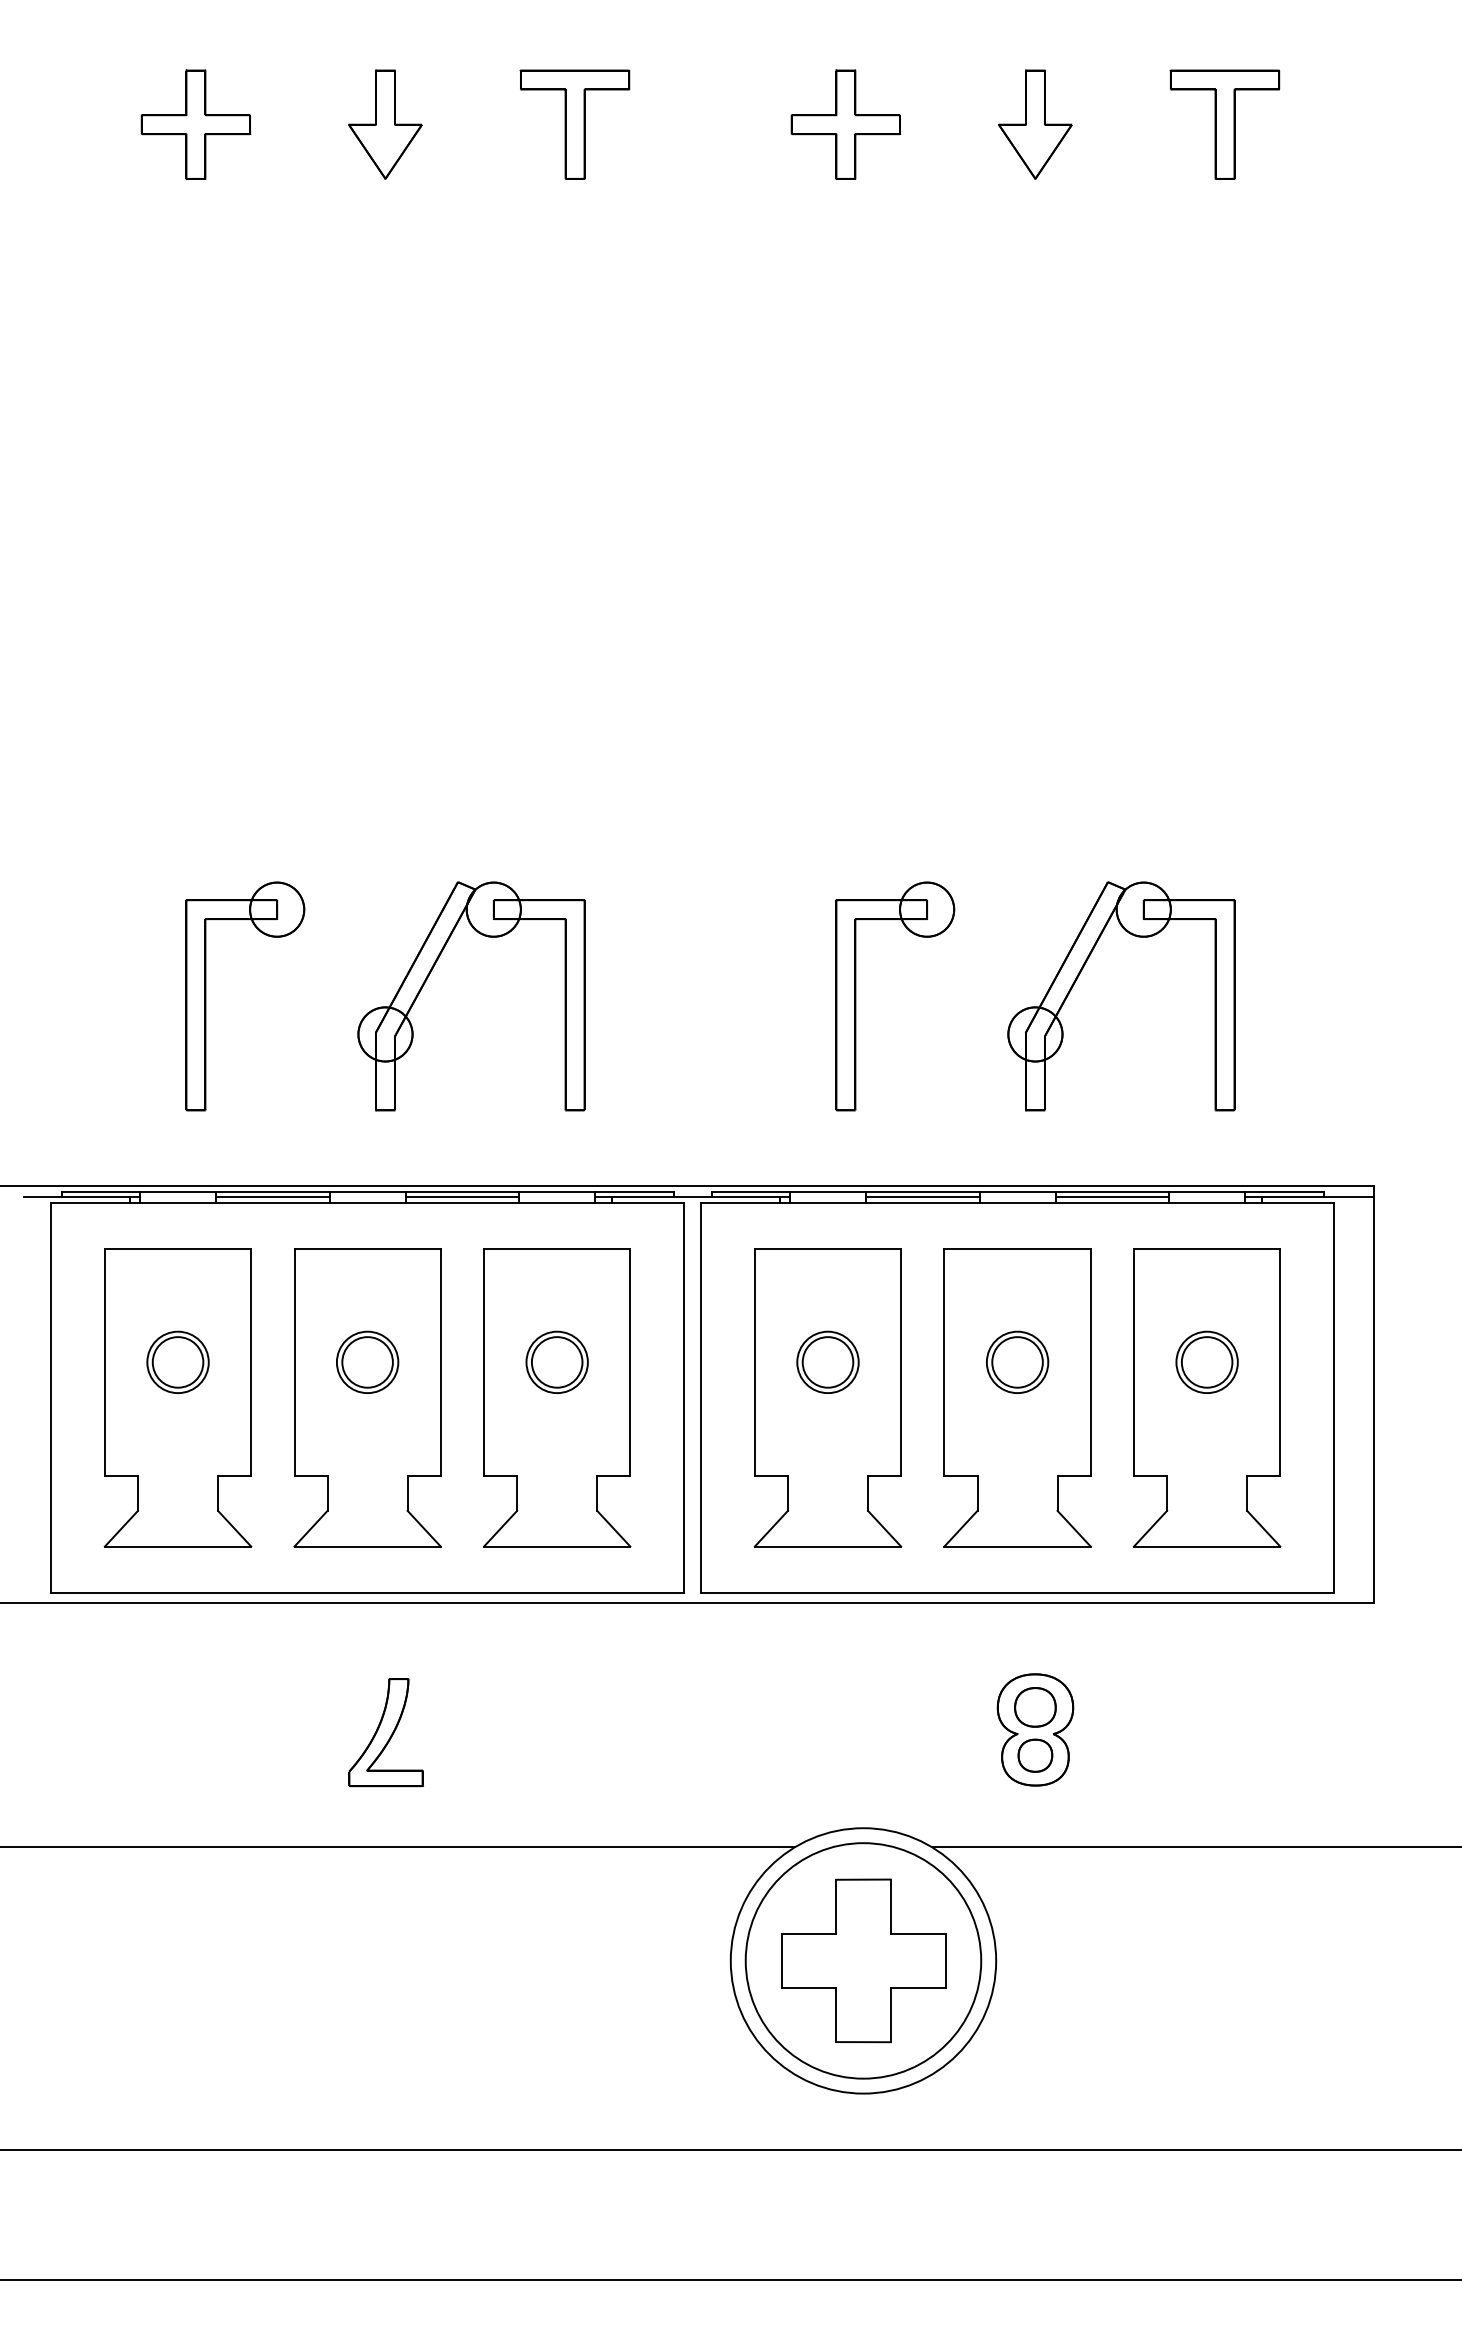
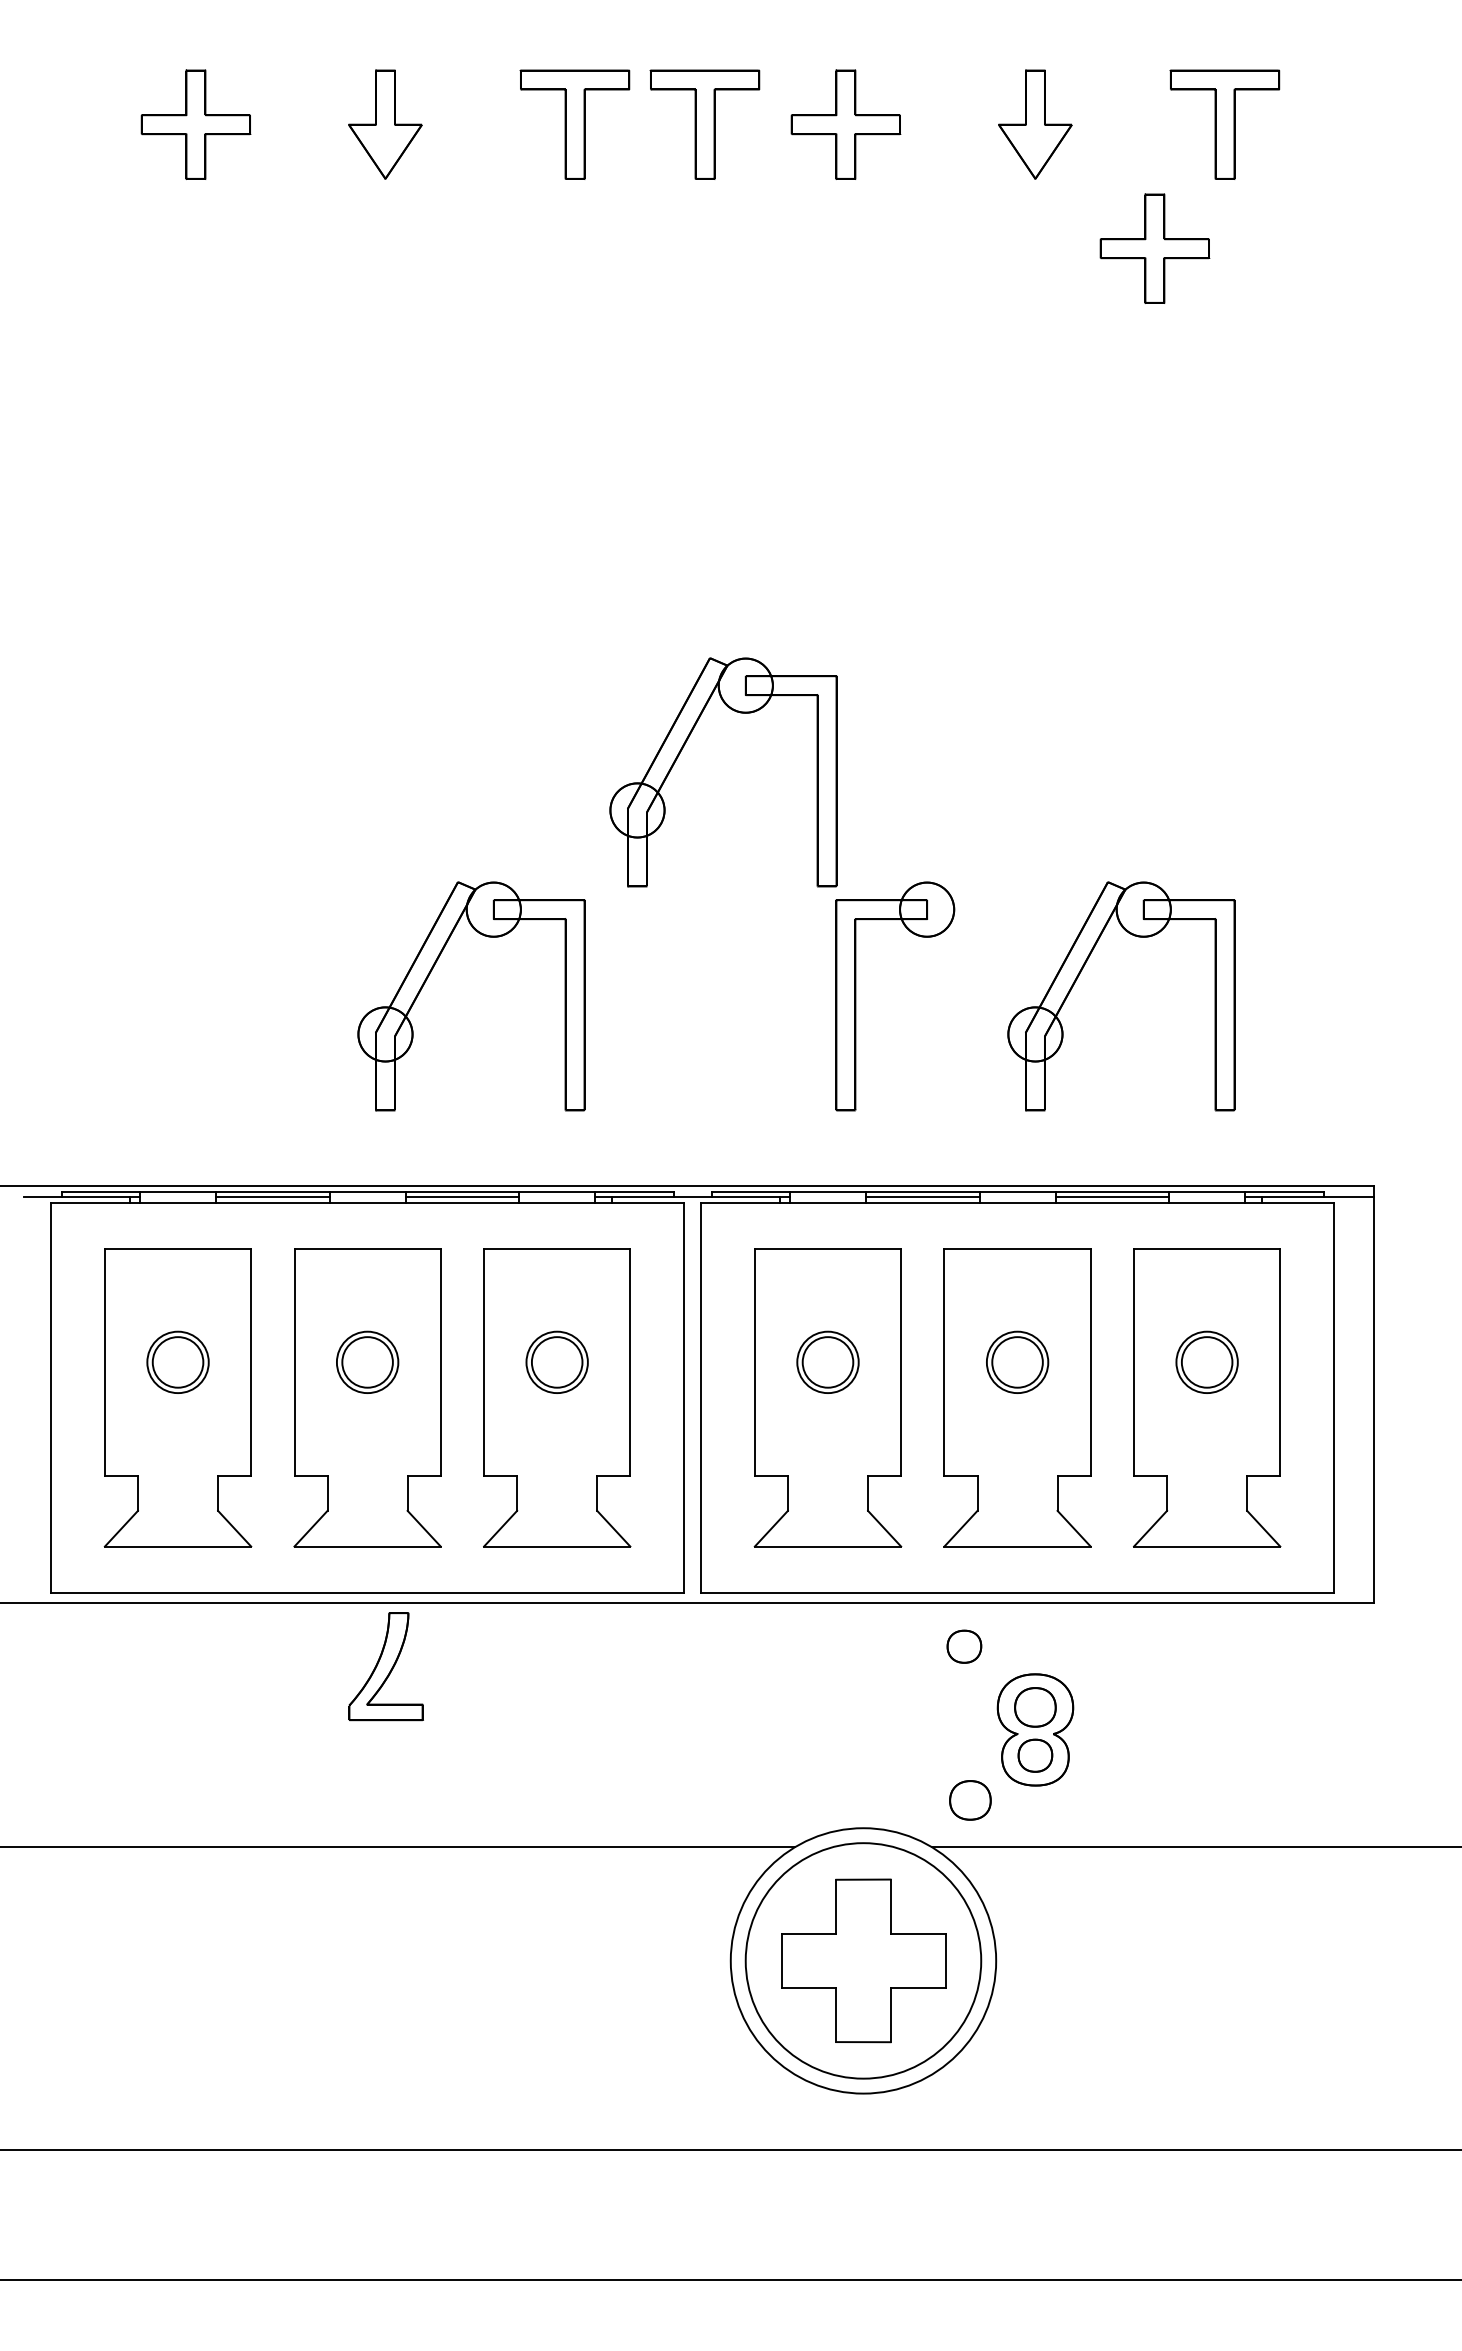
part at (704, 124): none -> present
part at (1154, 248): none -> present
part at (682, 750): none -> present
part at (206, 996): present -> none
part at (964, 1646): none -> present
part at (385, 1732) position: (385, 1732) -> (385, 1666)
part at (970, 1800): none -> present
